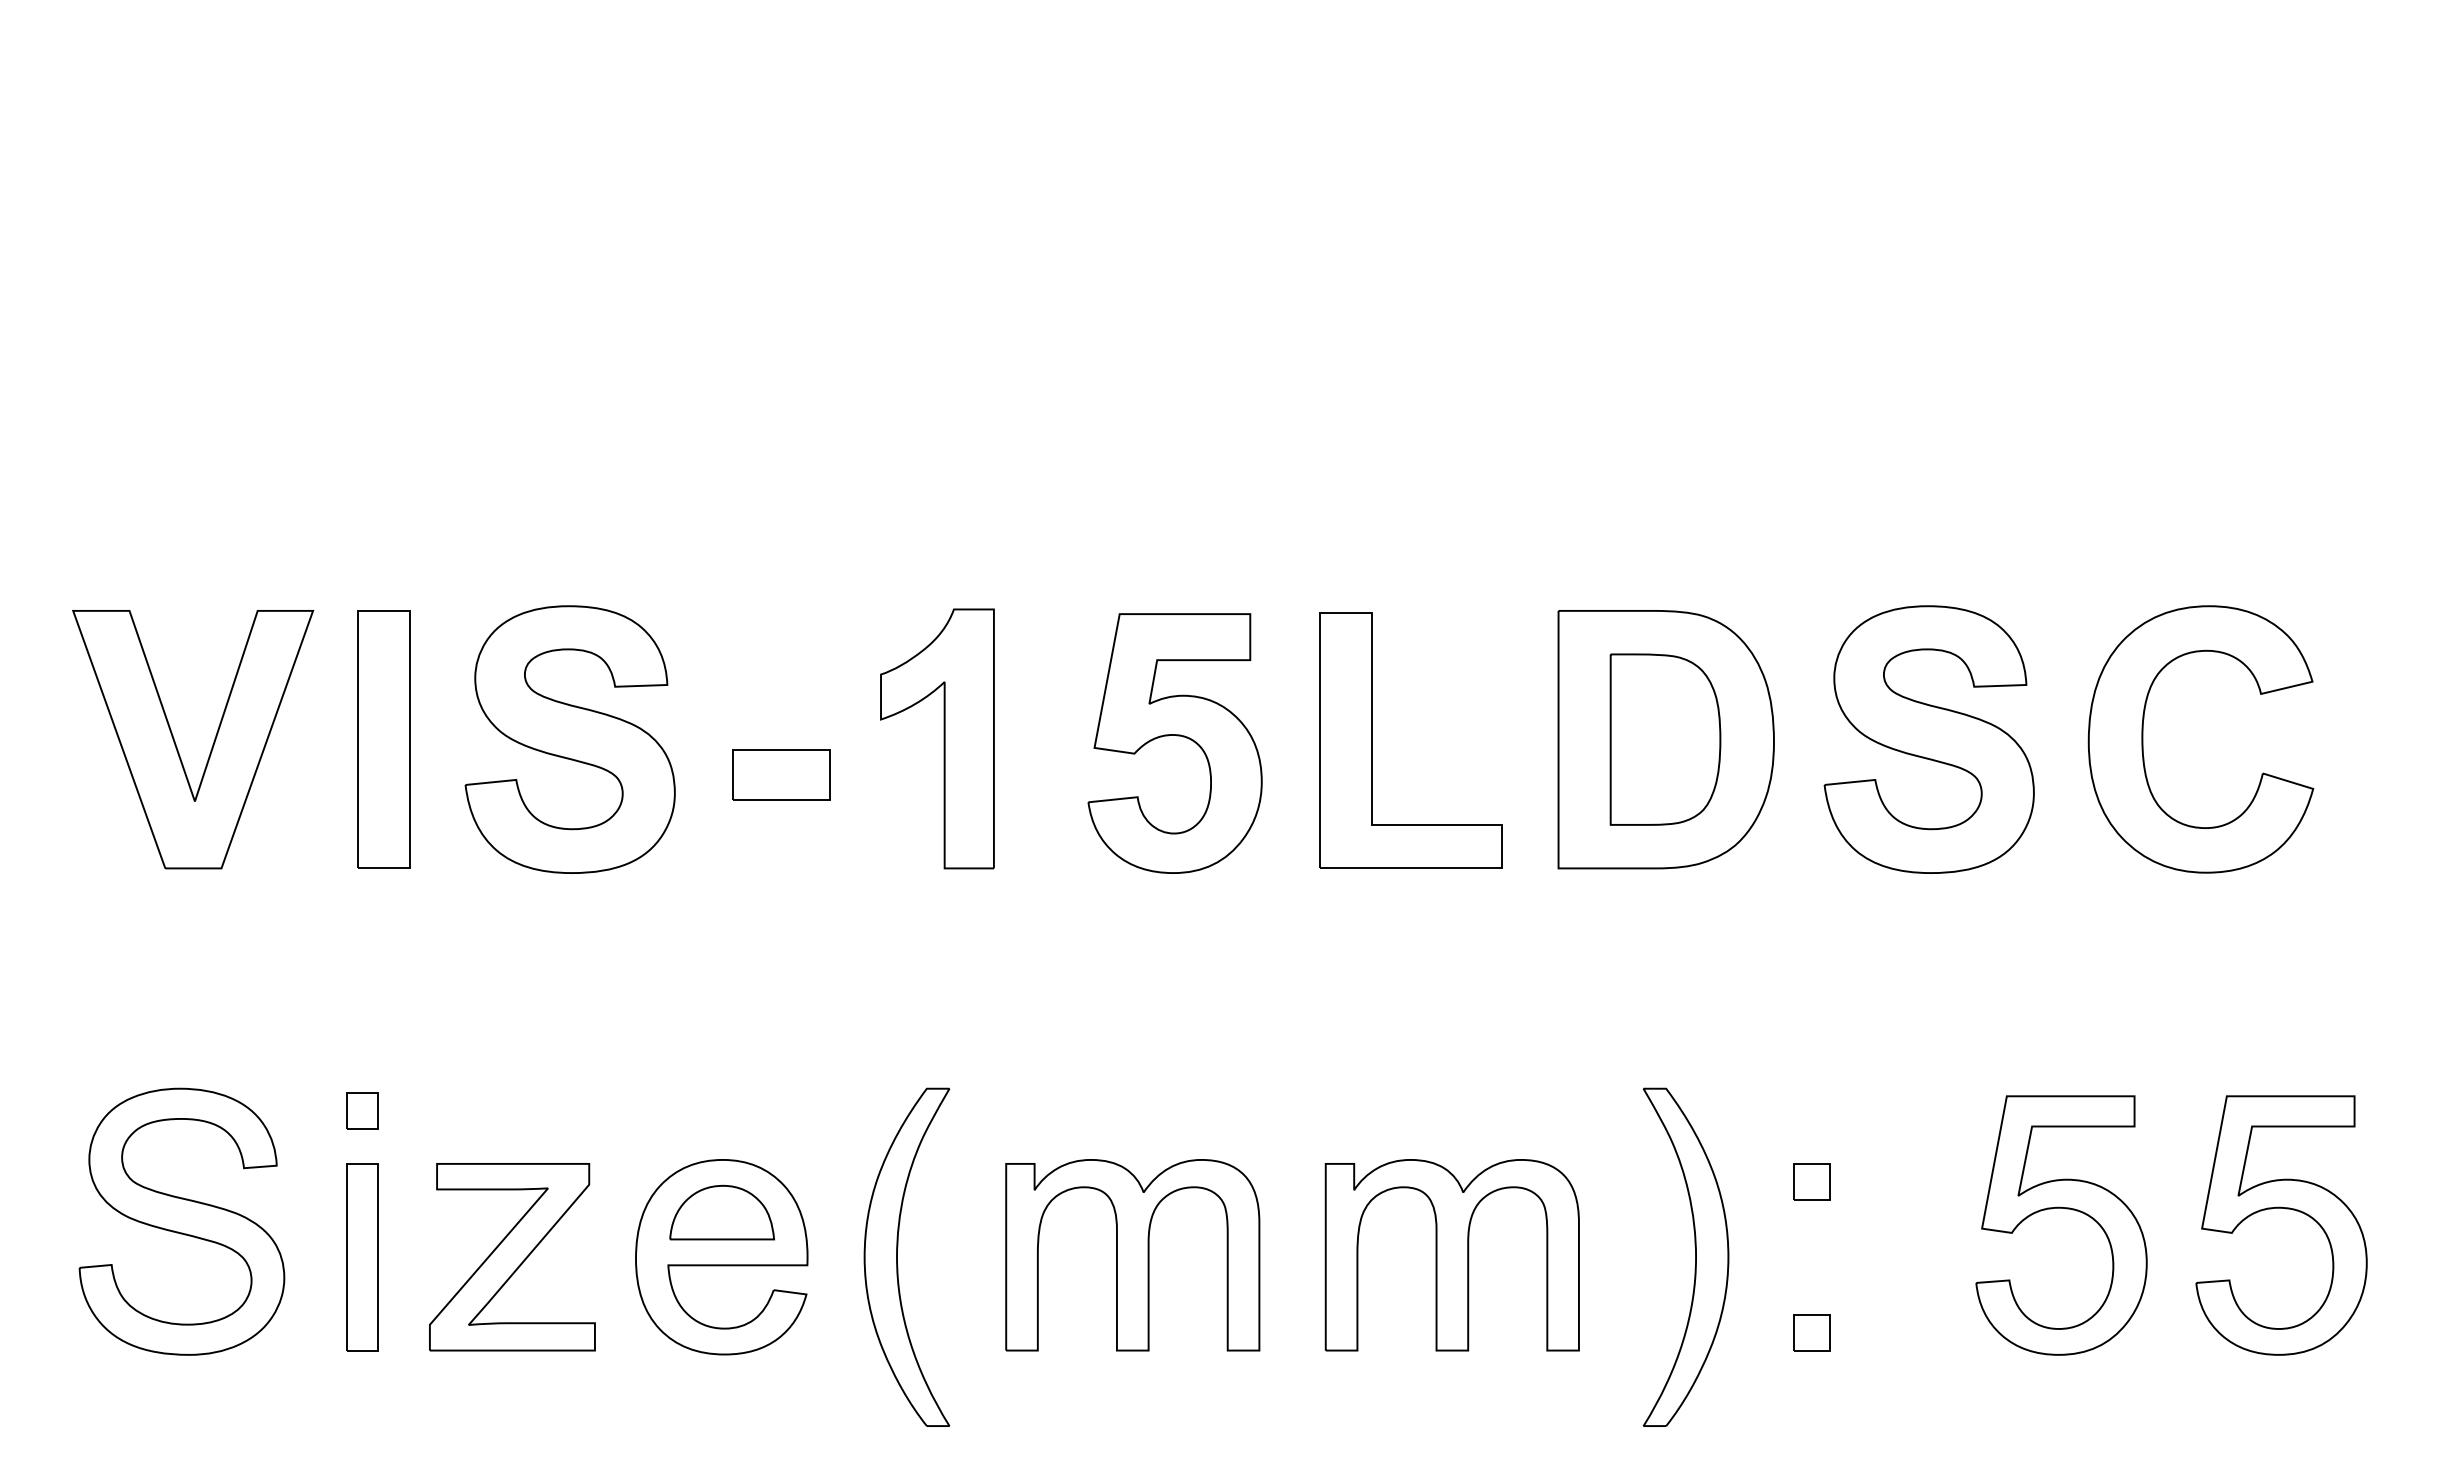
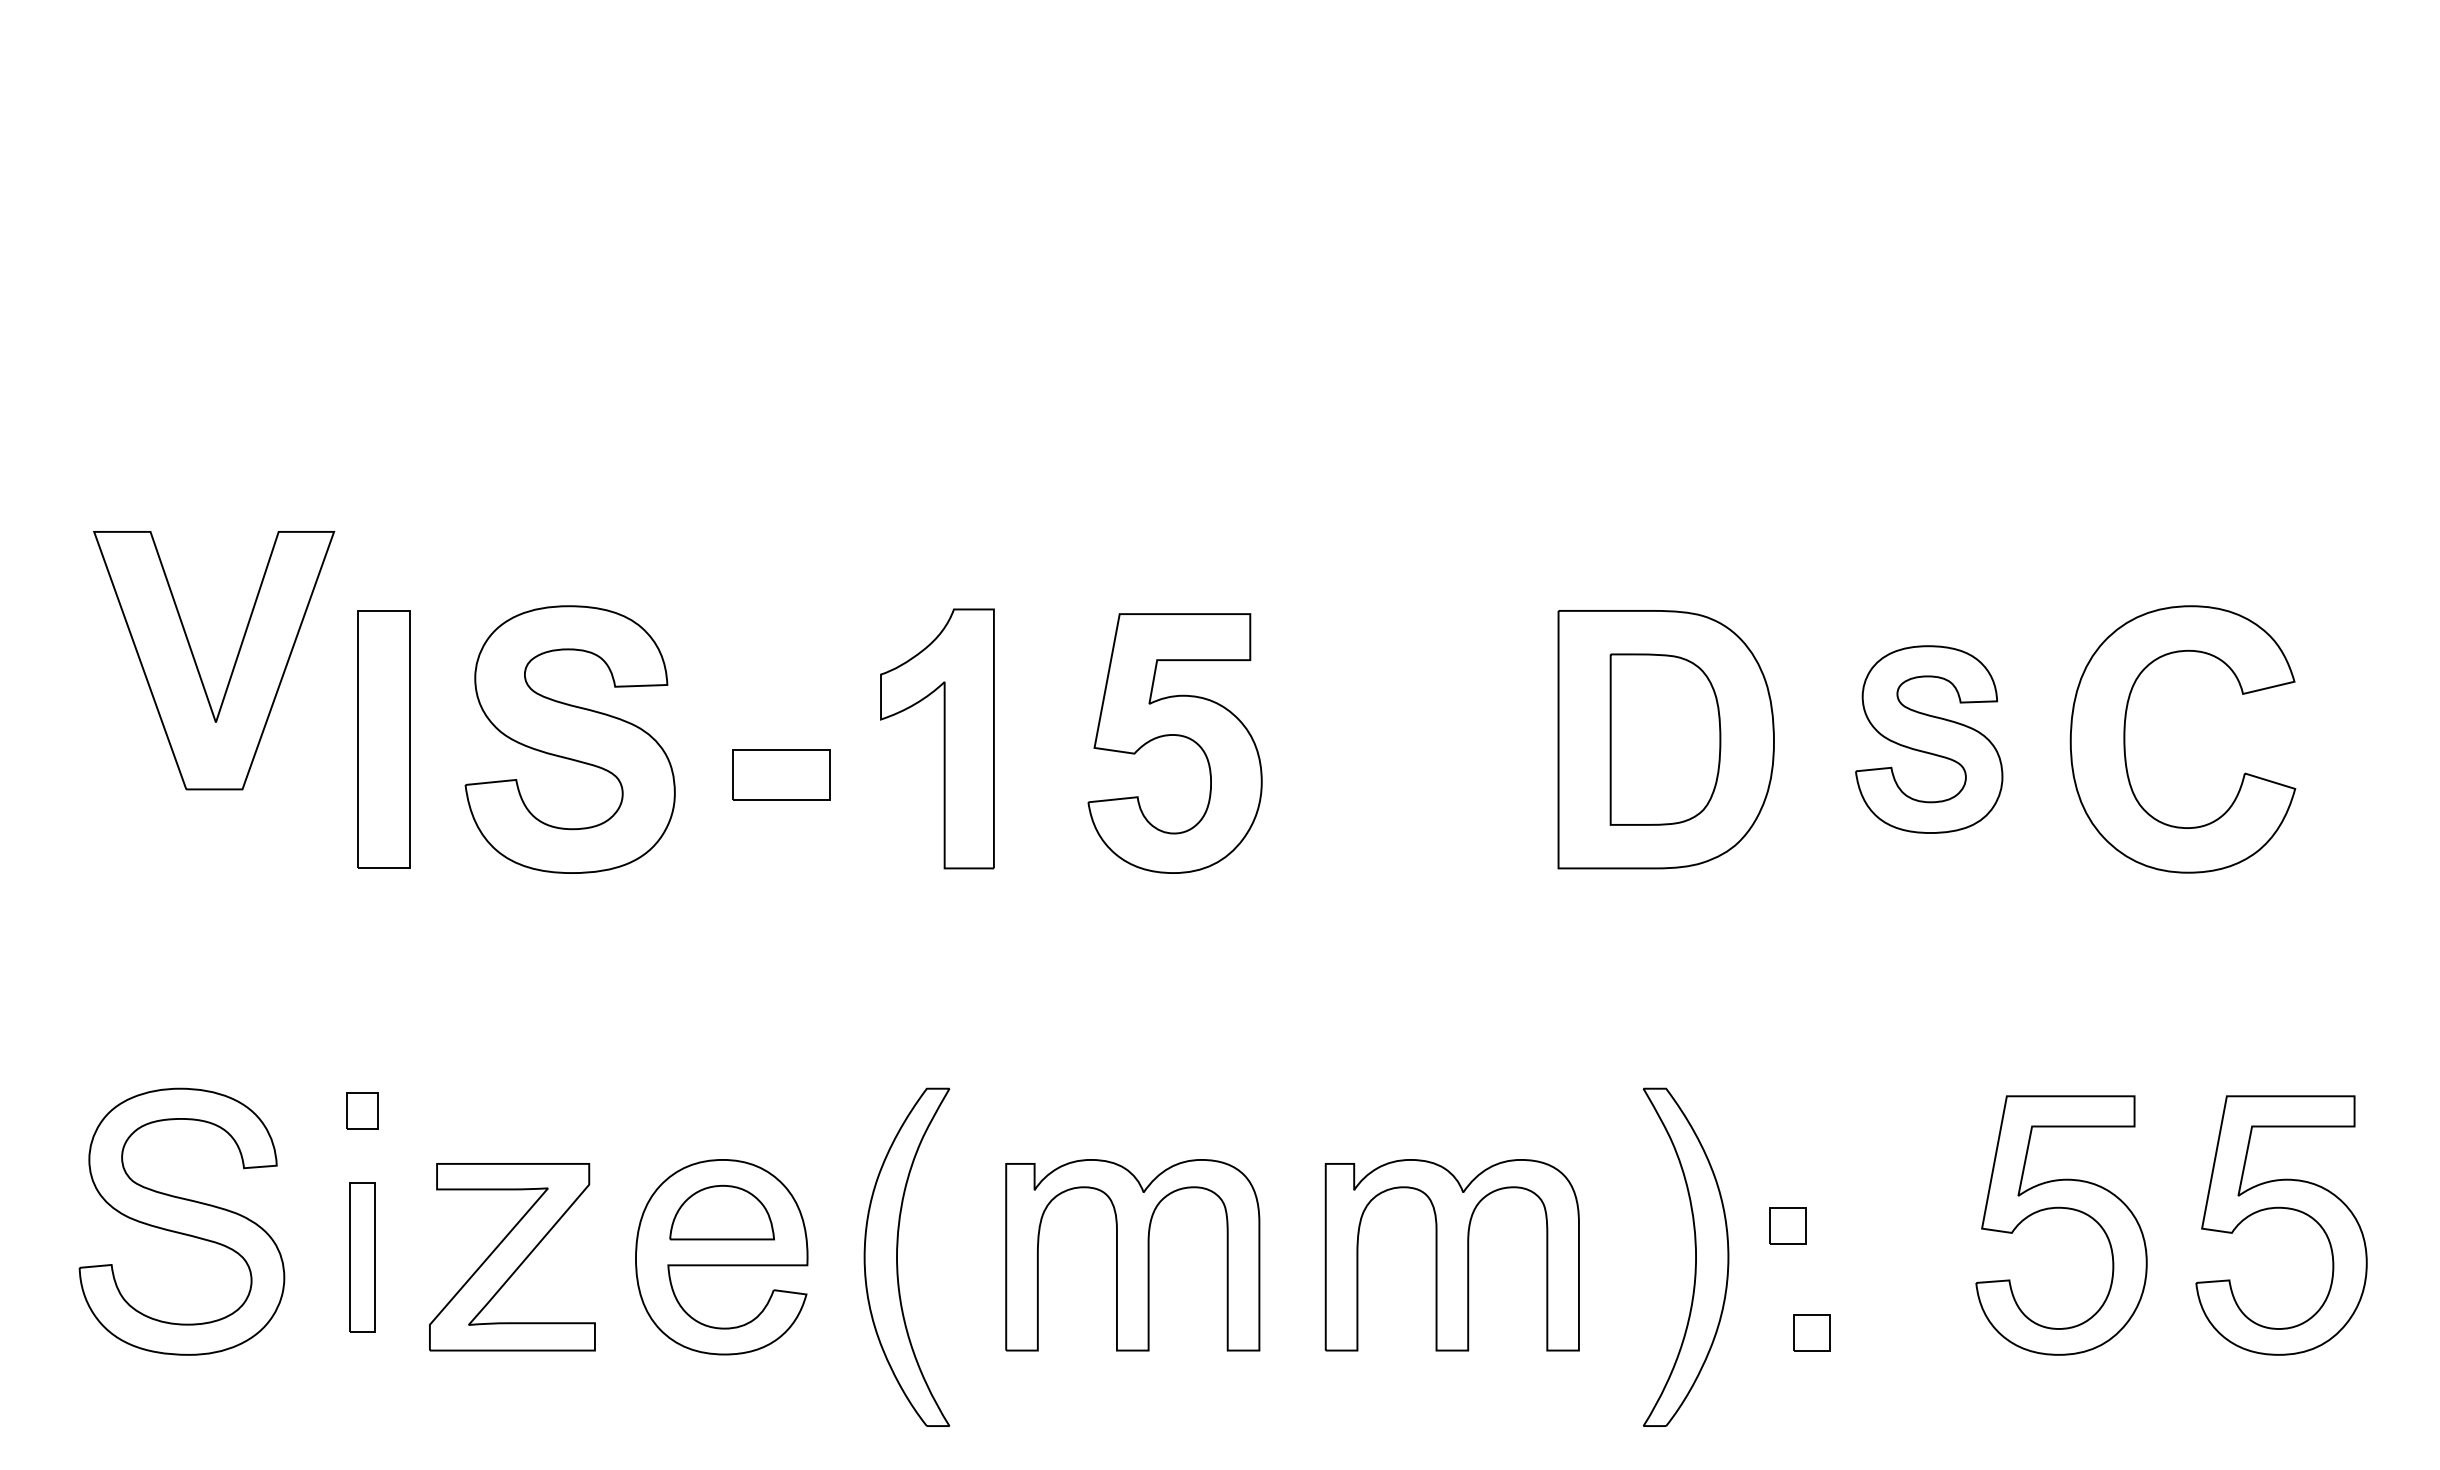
part at (1928, 739) size: 212x269 px -> 149x189 px
part at (2143, 739) position: (2143, 739) -> (2125, 739)
part at (1372, 740): present -> none
part at (176, 744) position: (176, 744) -> (197, 665)
part at (1811, 1181) position: (1811, 1181) -> (1787, 1225)
part at (362, 1257) size: 33x189 px -> 27x151 px
